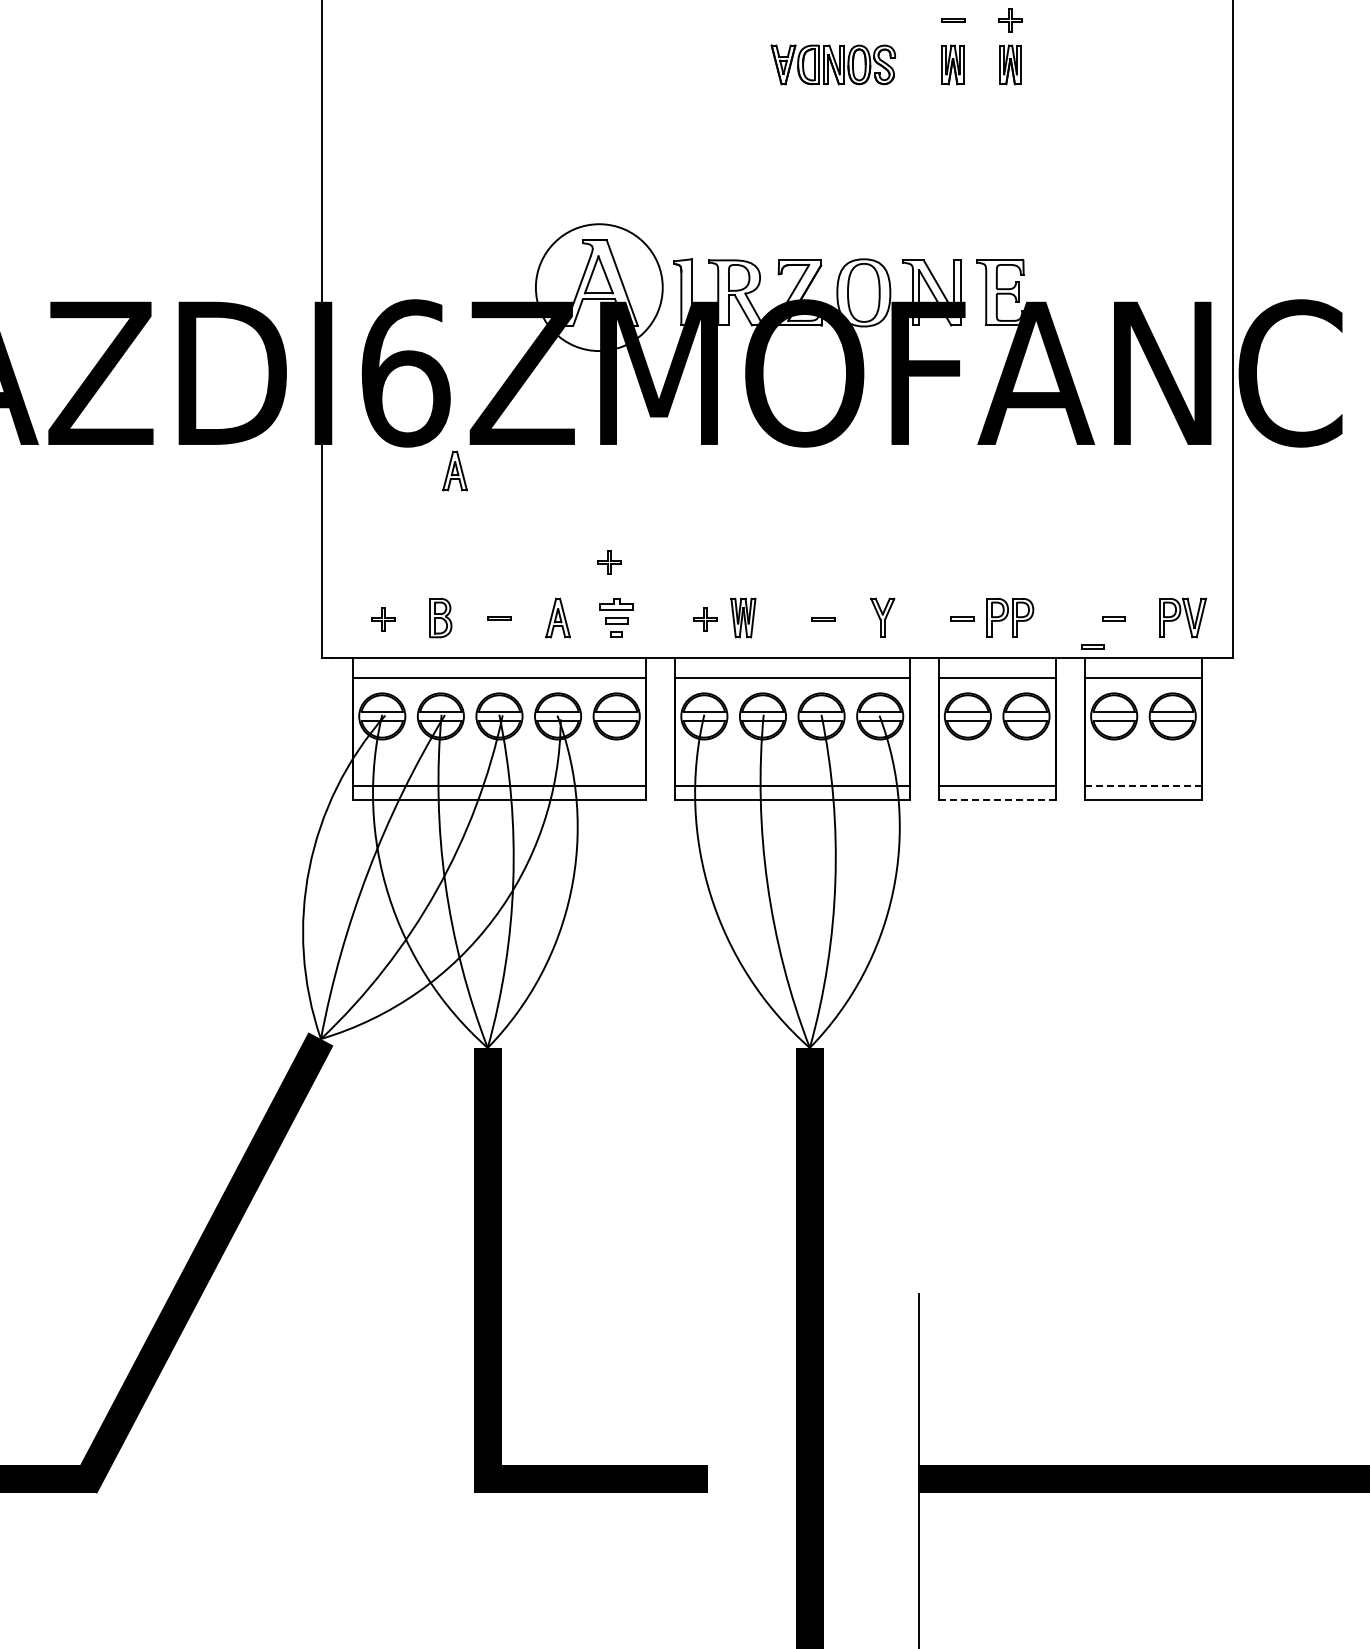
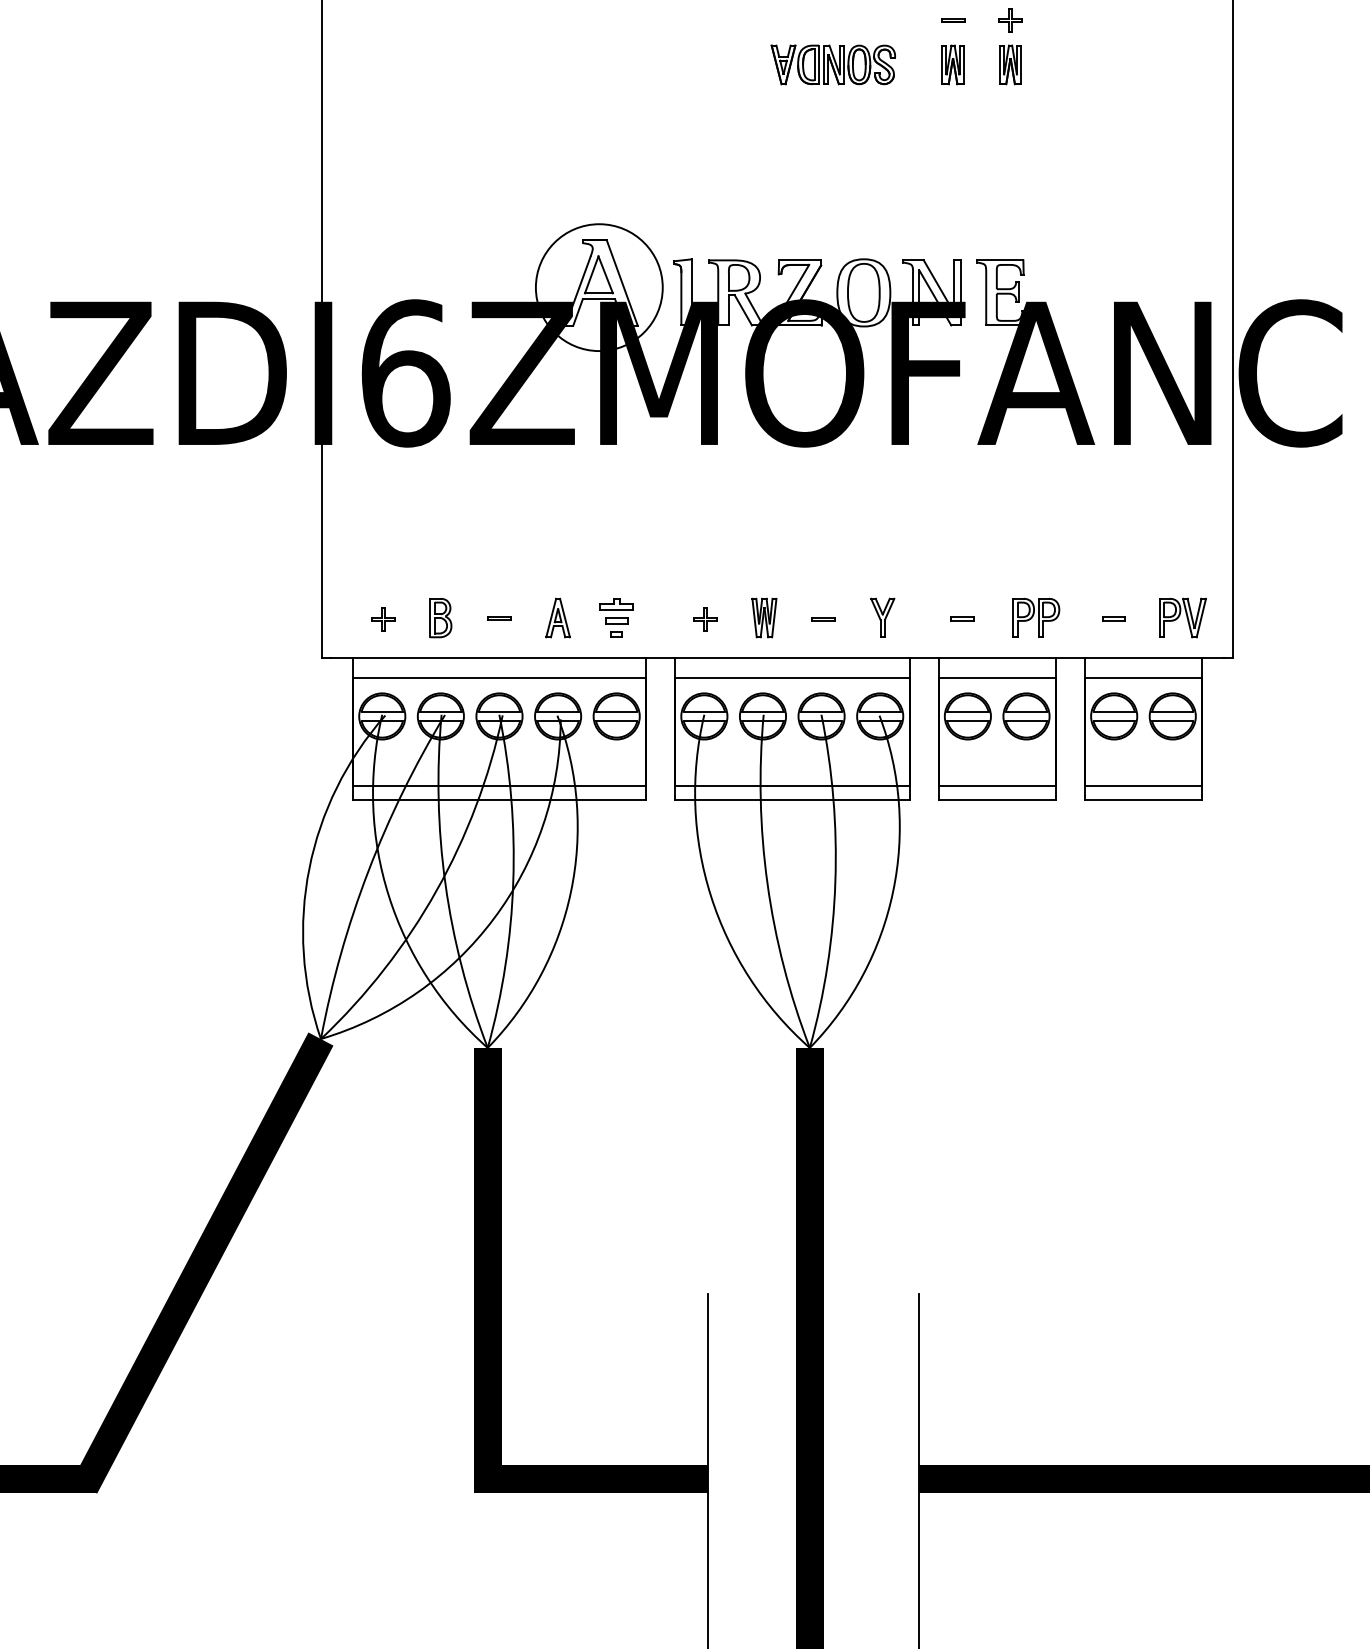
part at (454, 470): present -> none
part at (609, 562): present -> none
part at (743, 617) position: (743, 617) -> (764, 617)
part at (1010, 617) position: (1010, 617) -> (1036, 617)
part at (1092, 646): present -> none
line at (1143, 785): dashed -> solid
line at (997, 799): dashed -> solid
line at (707, 1469): none -> present
